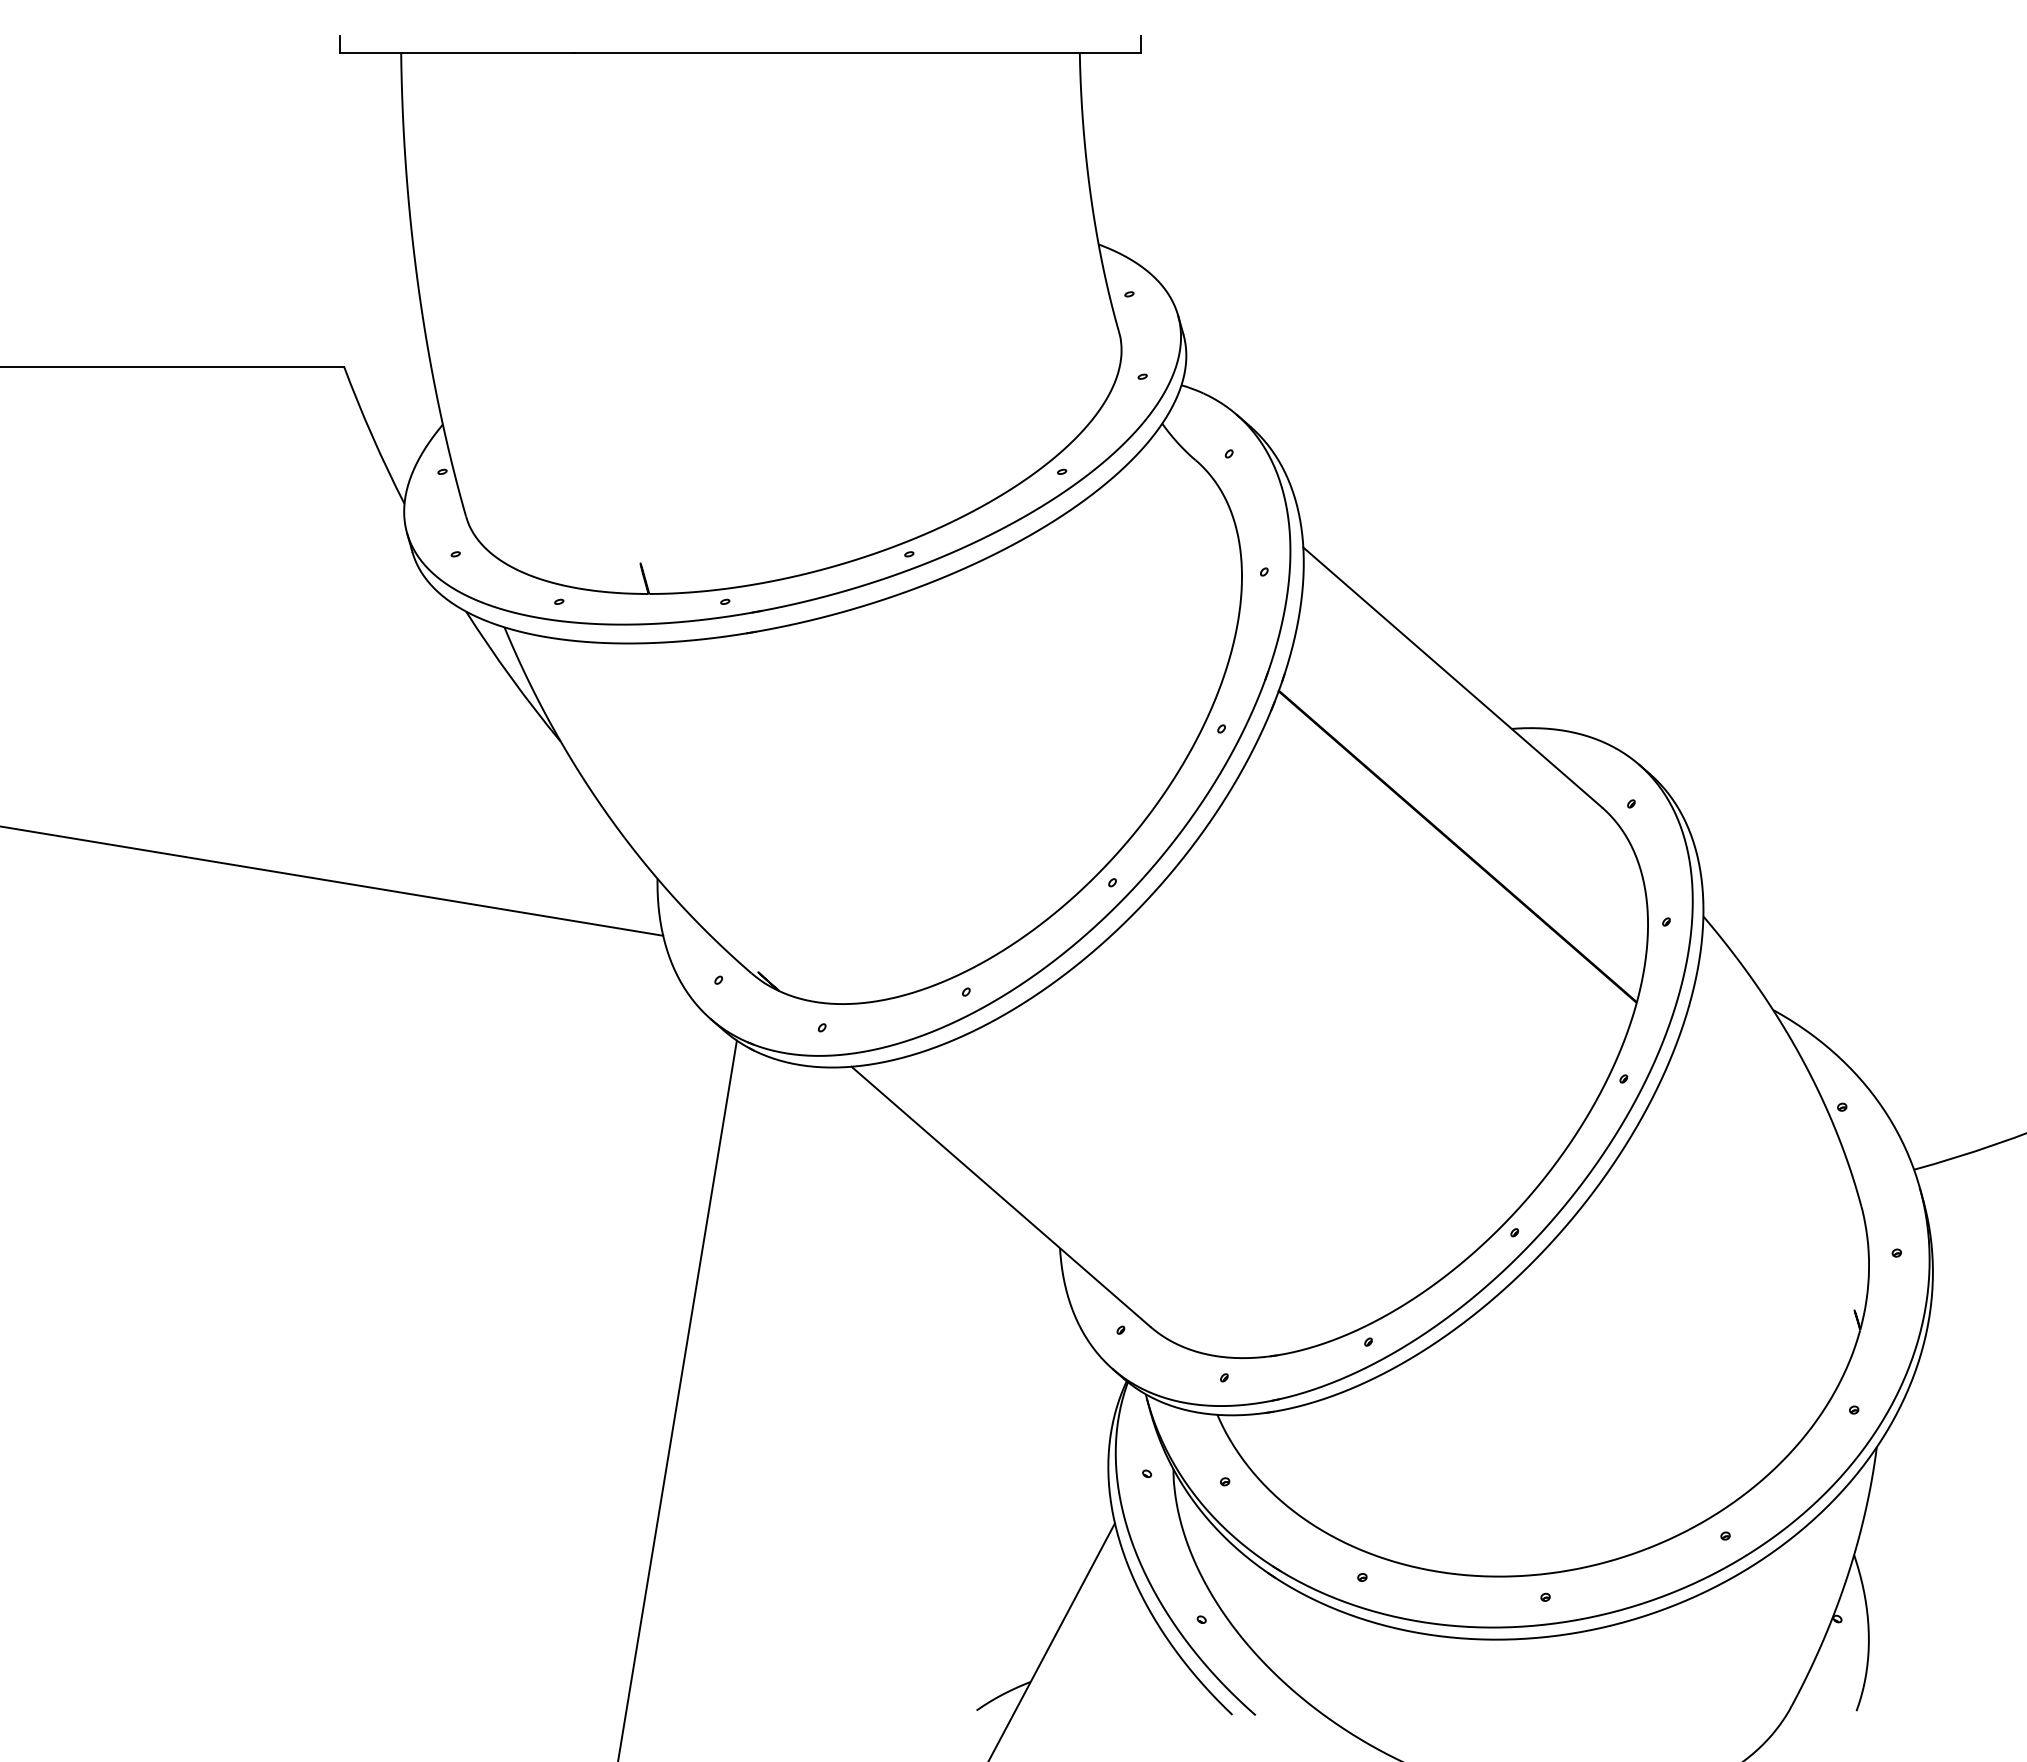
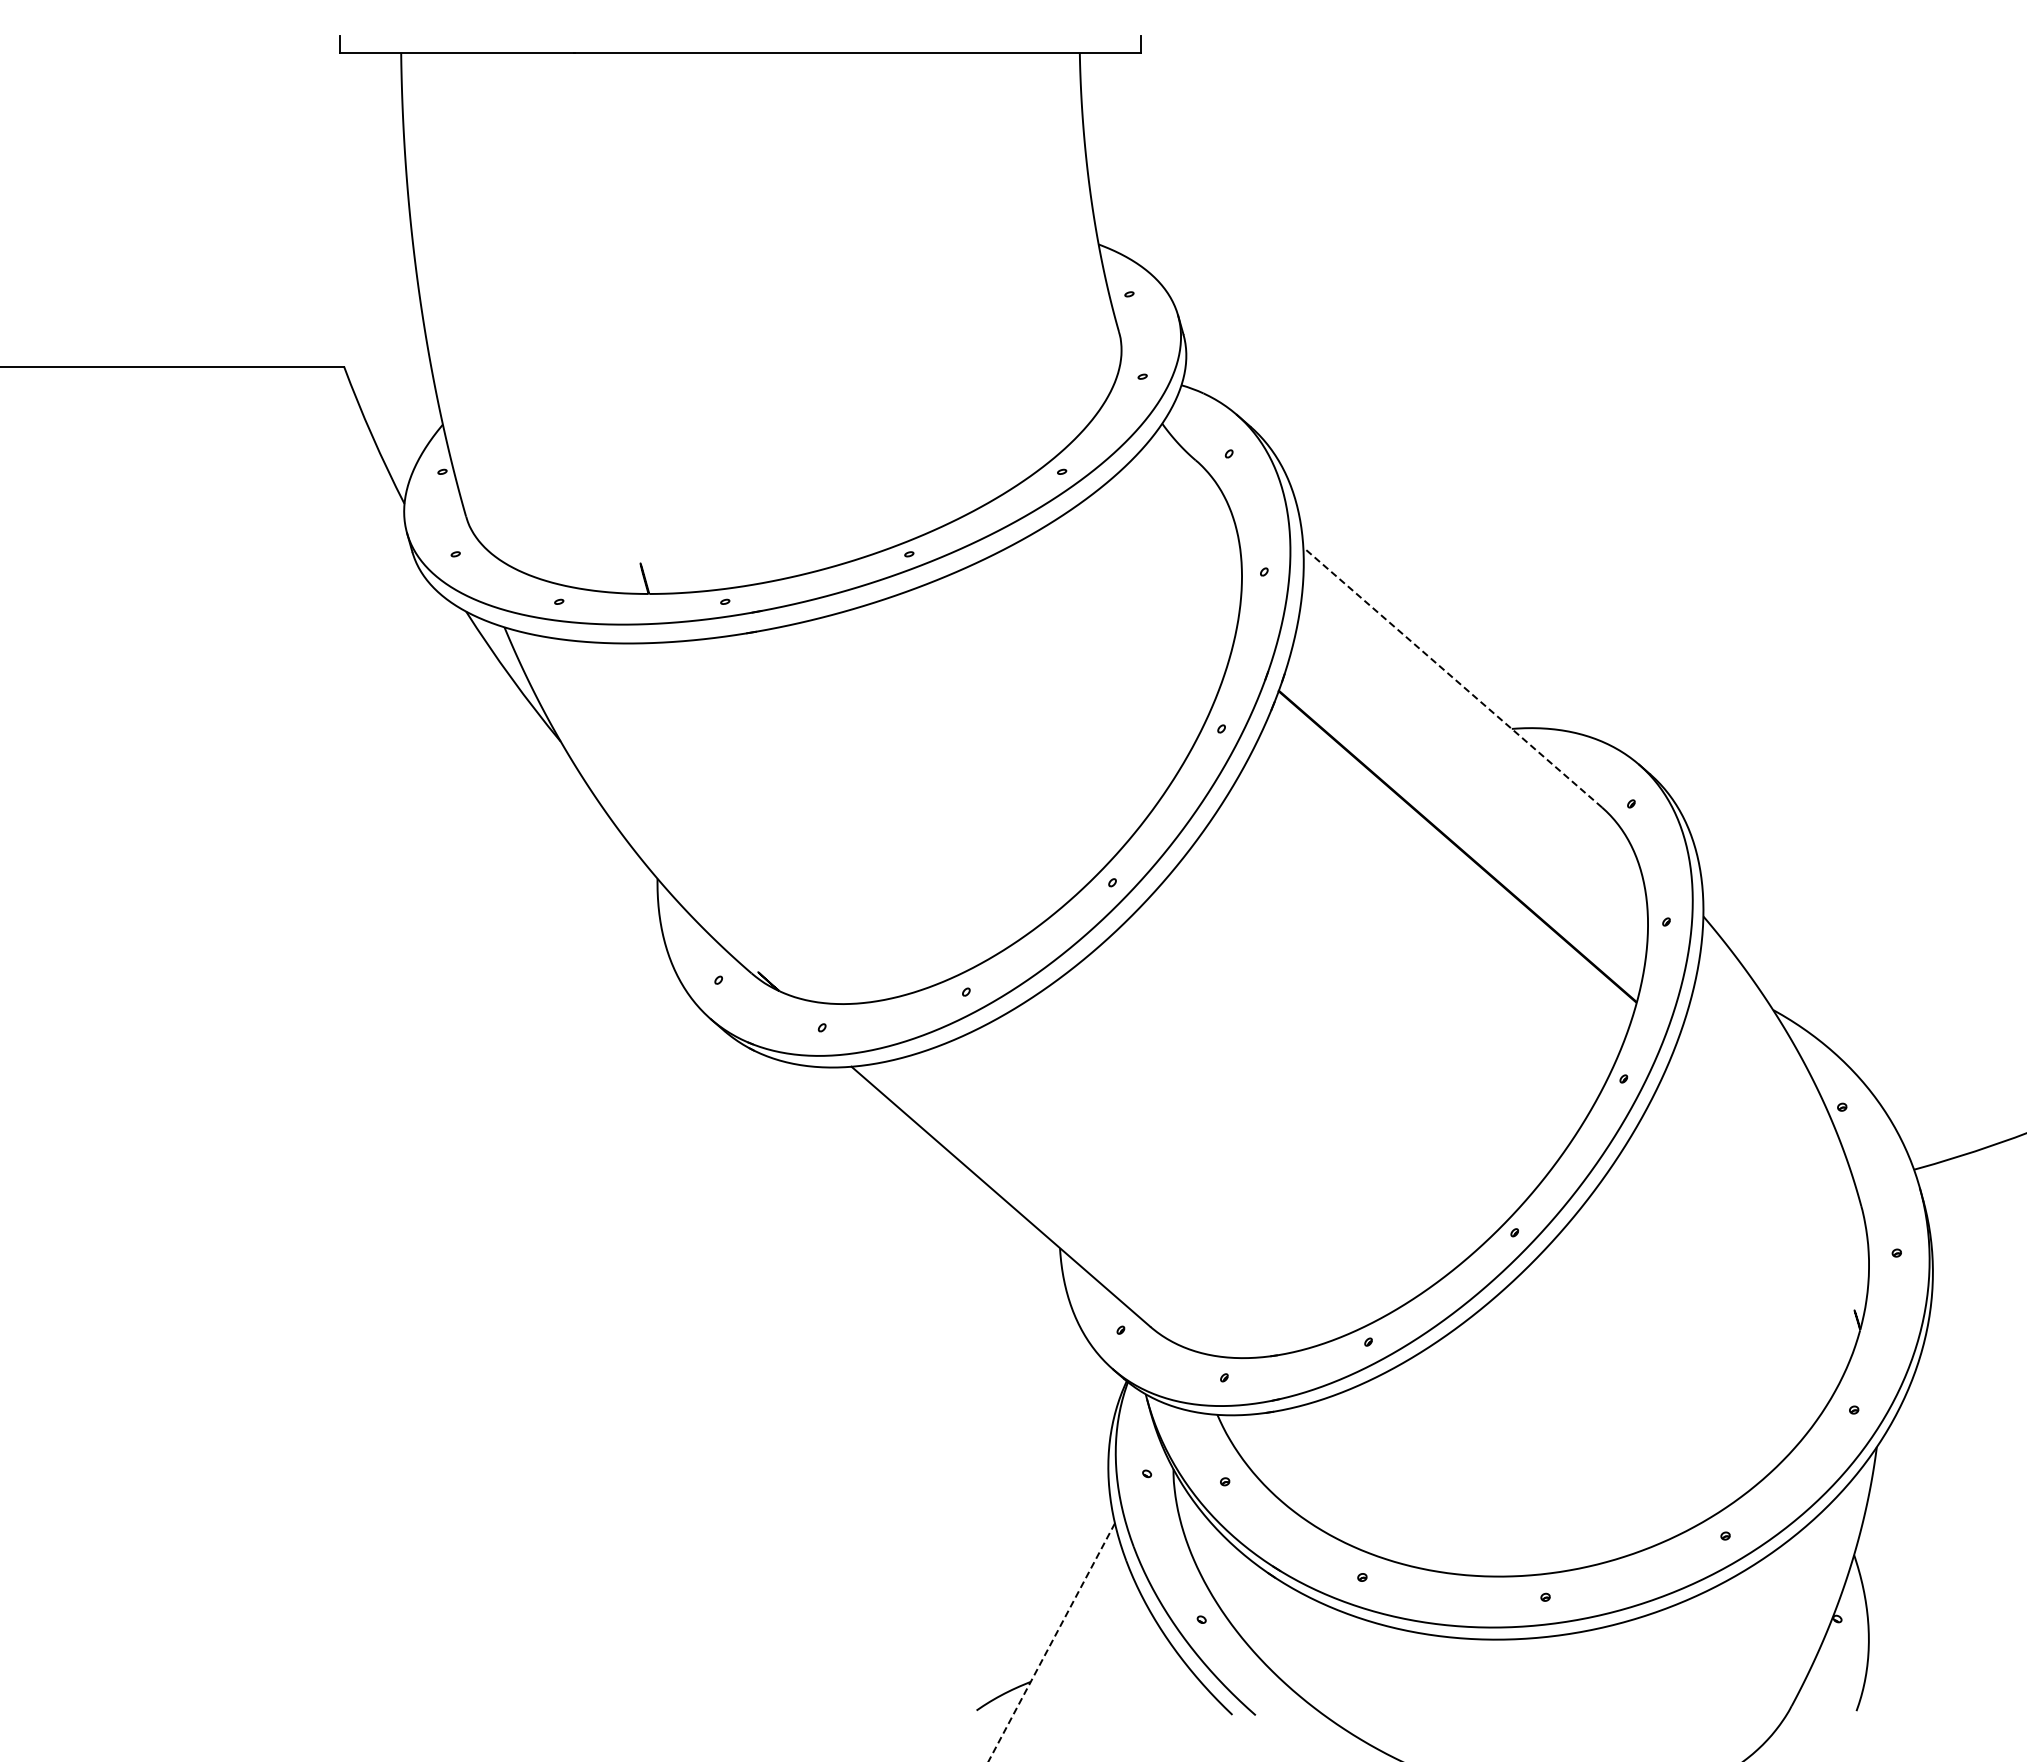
line at (1452, 677): solid -> dashed
line at (332, 880): present -> none
line at (677, 1399): present -> none
line at (1051, 1642): solid -> dashed
